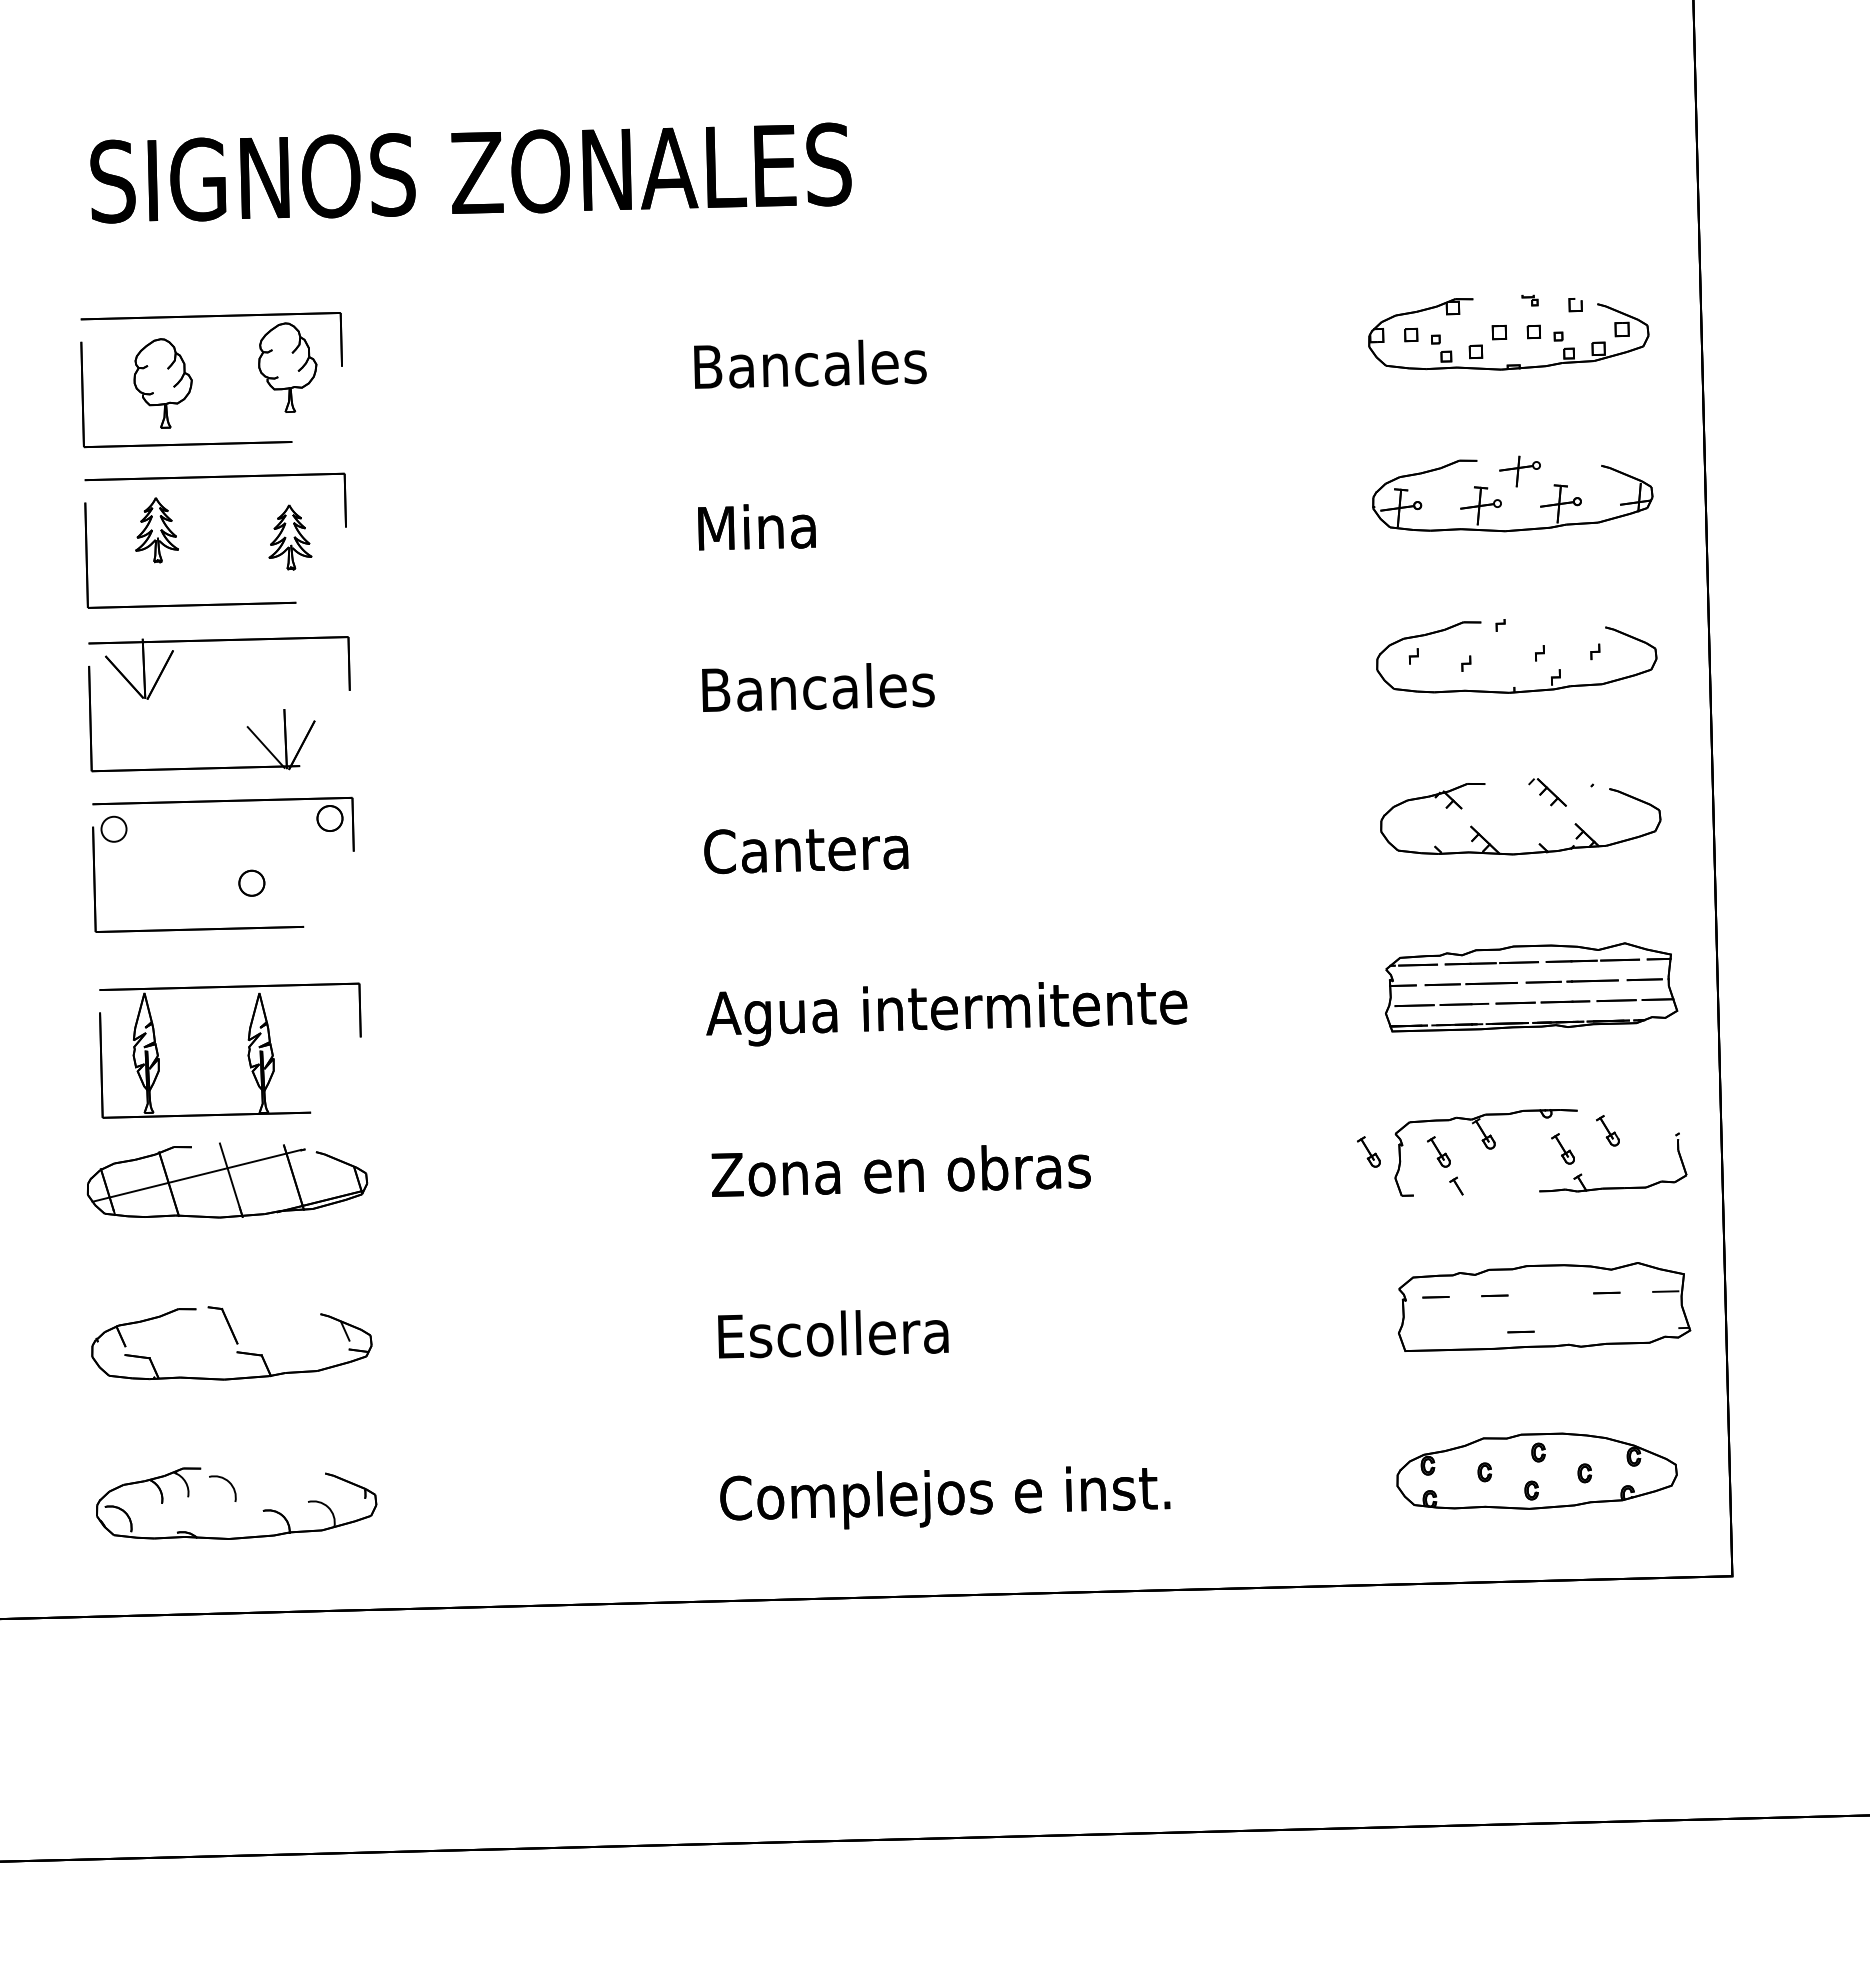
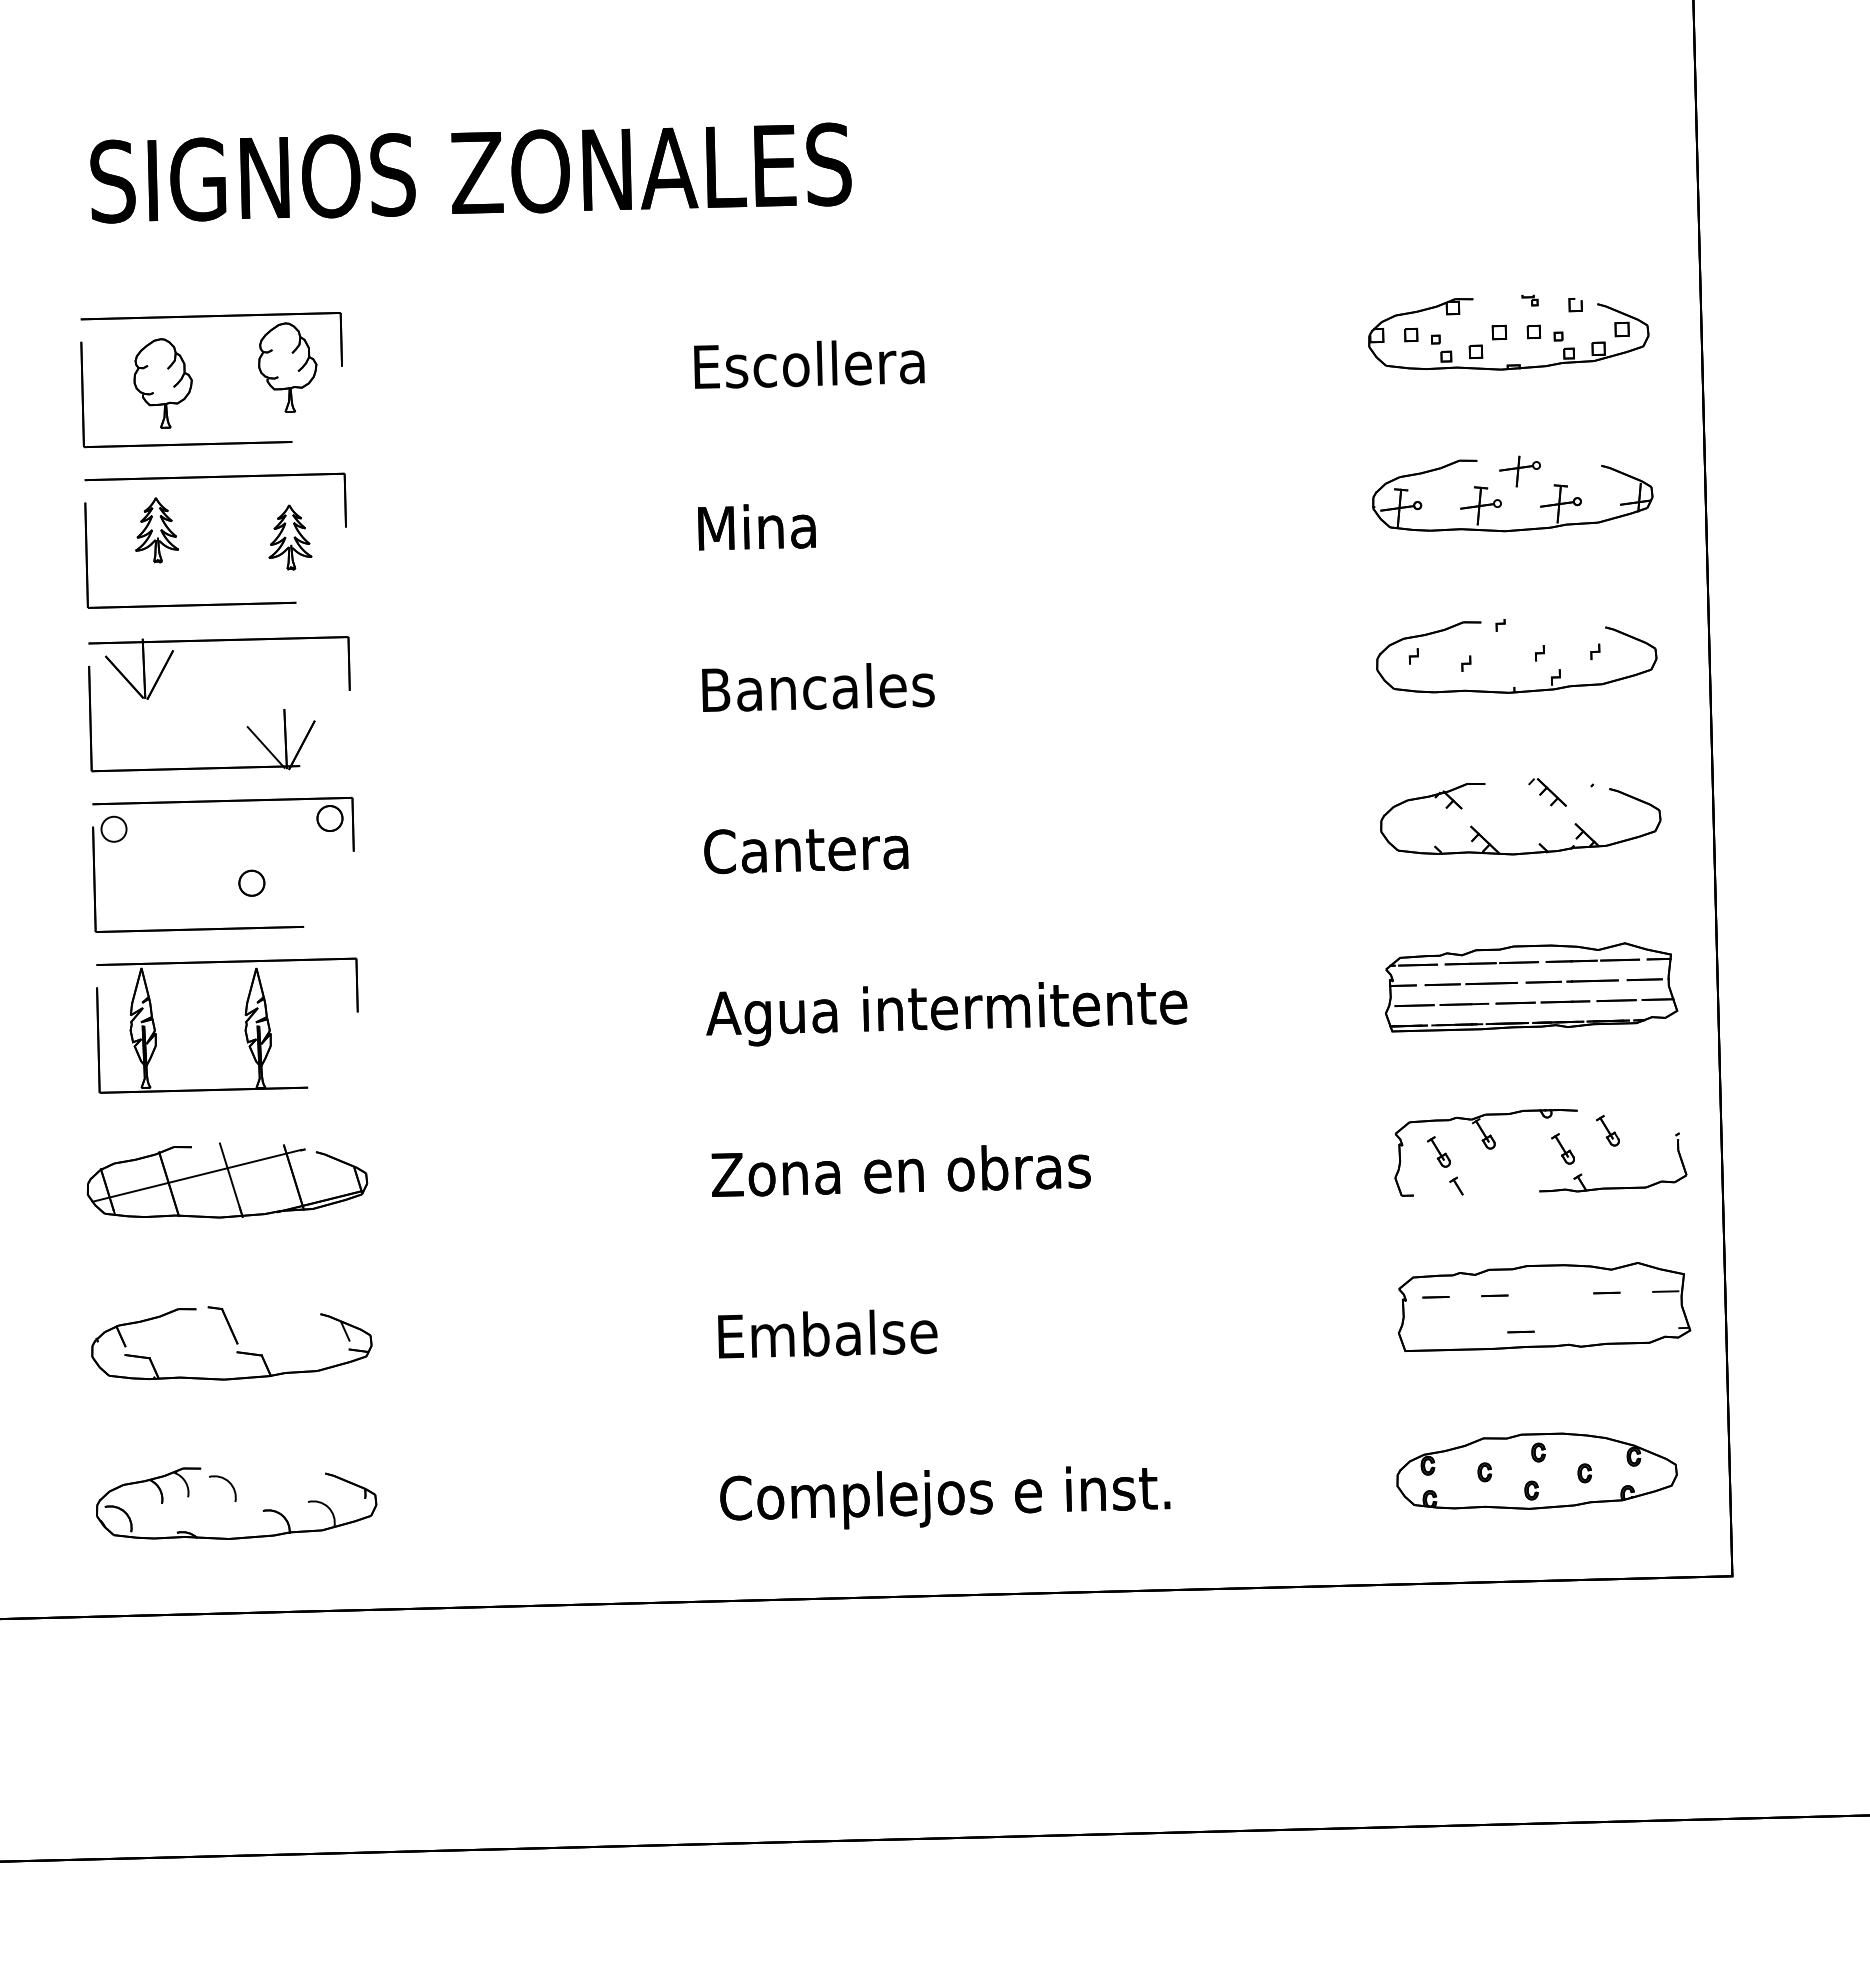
text at (813, 363): Bancales -> Escollera
part at (247, 1054) position: (247, 1054) -> (244, 1029)
part at (1368, 1151): present -> none
text at (849, 1333): Escollera -> Embalse
